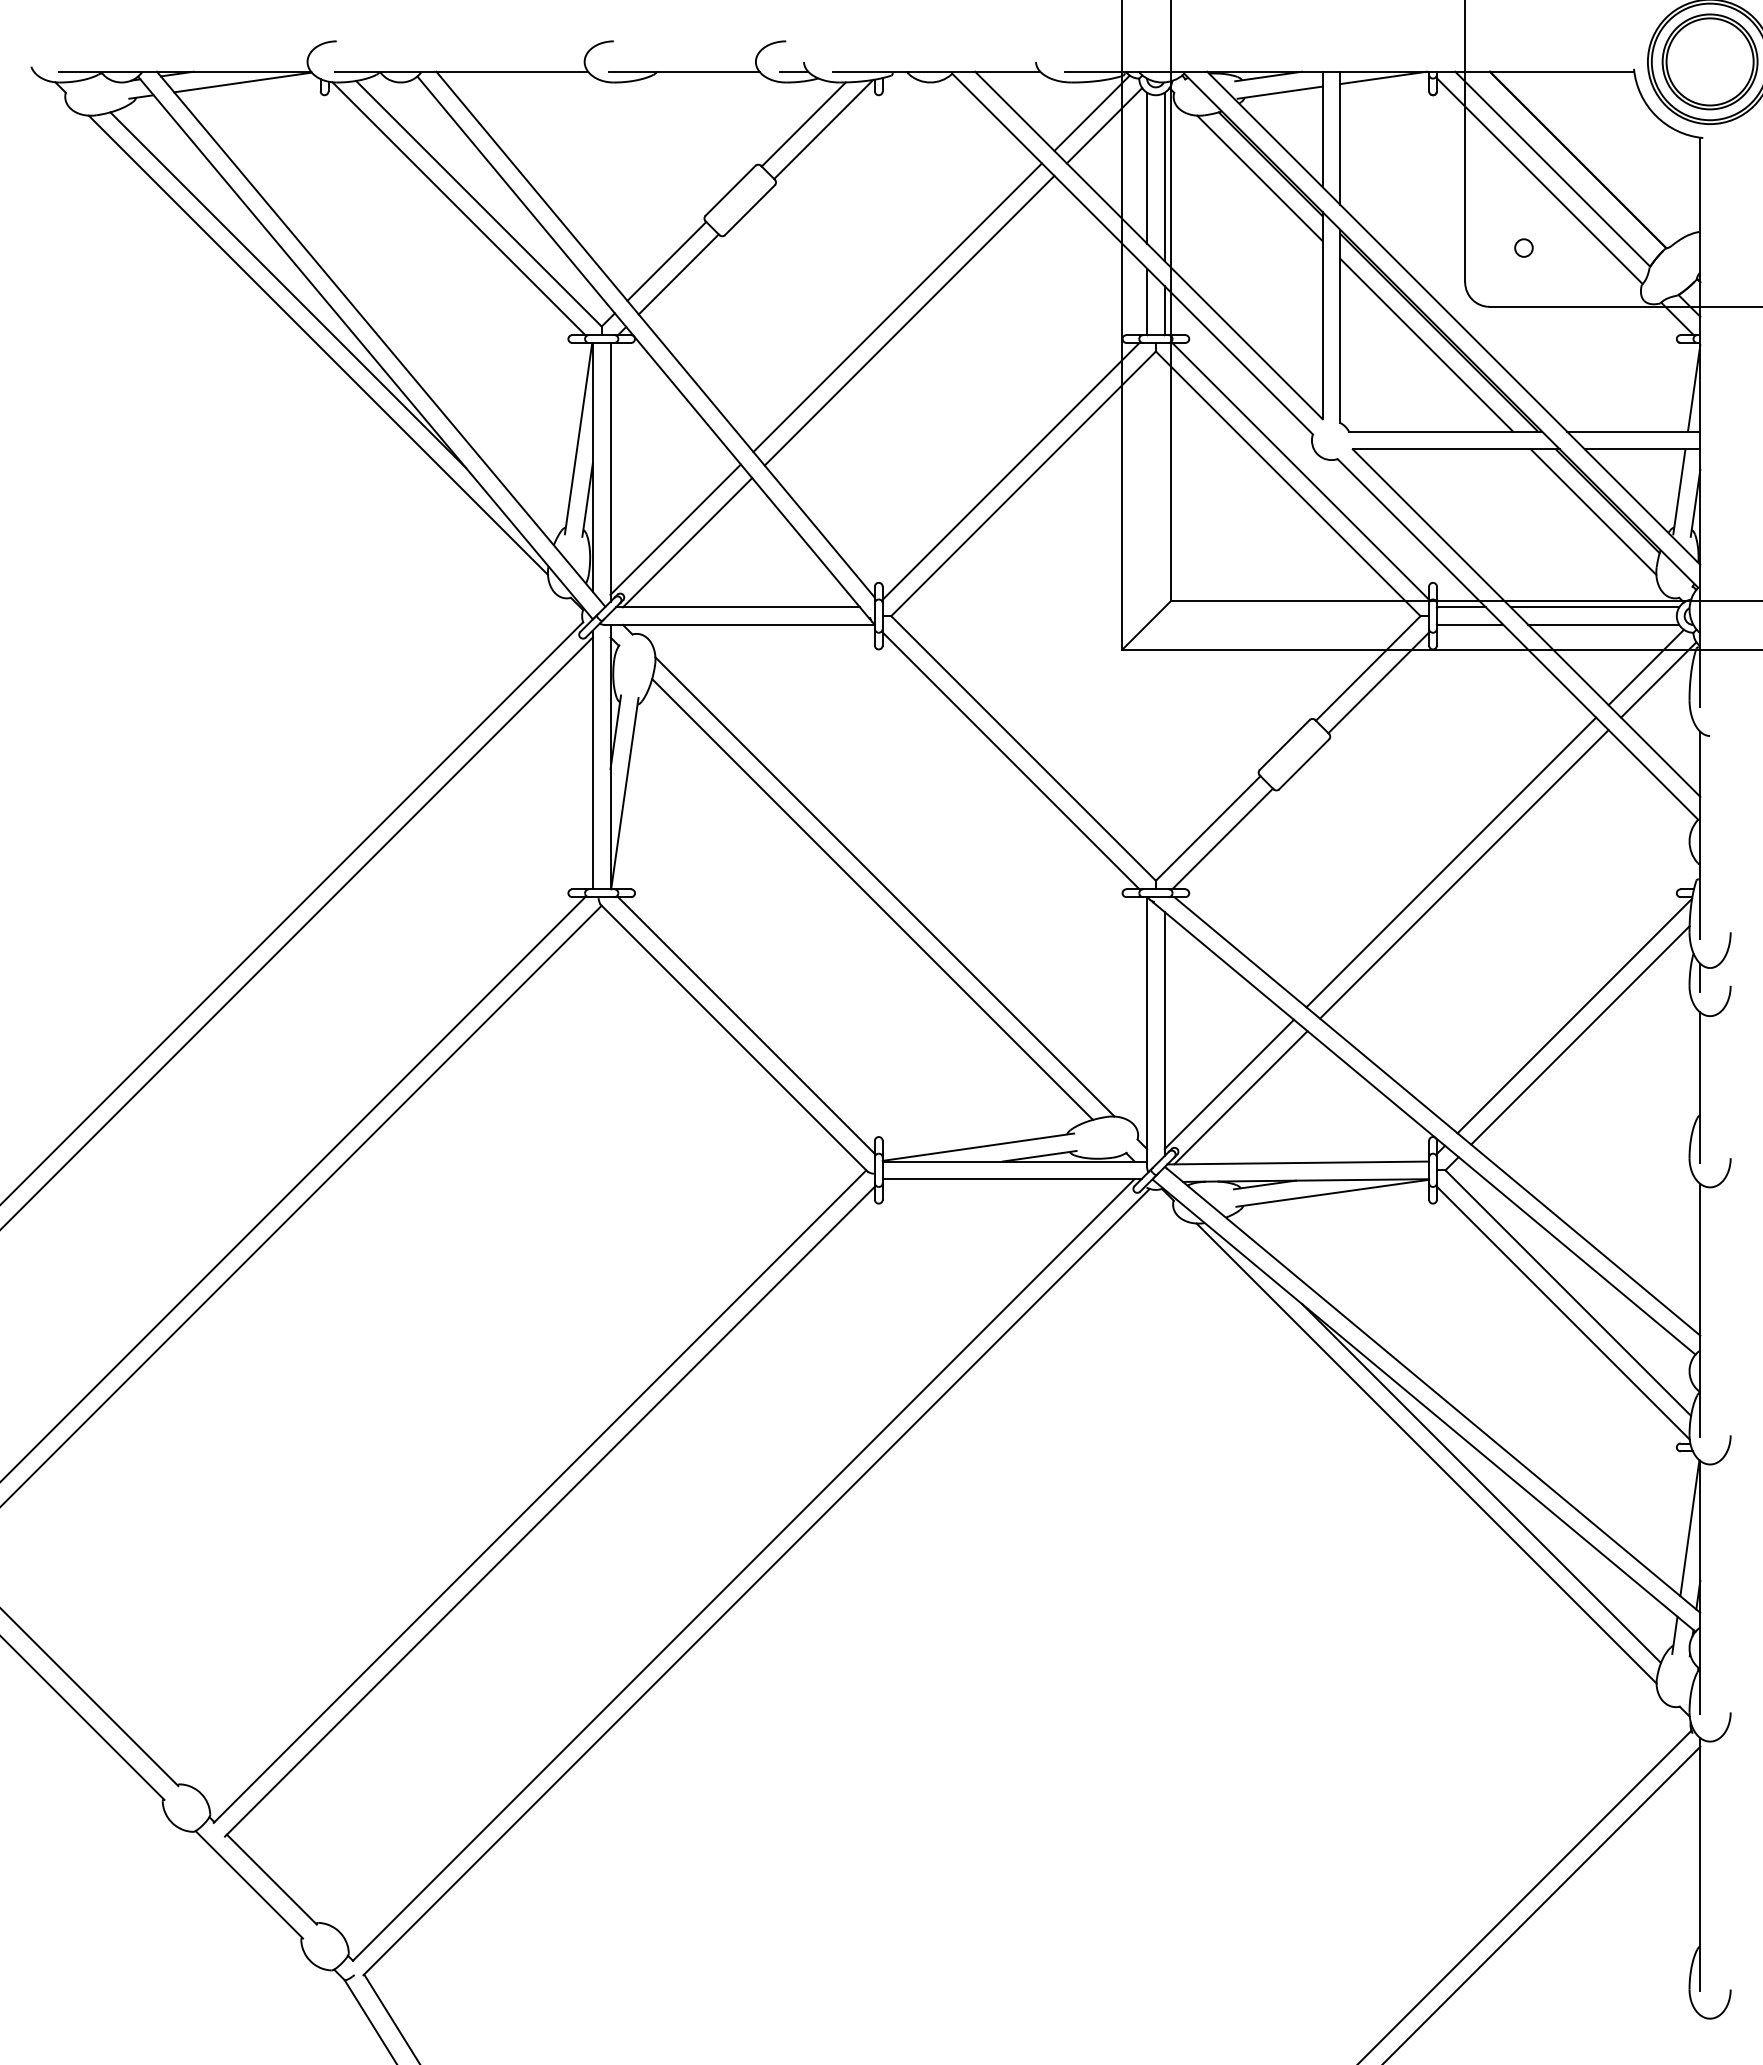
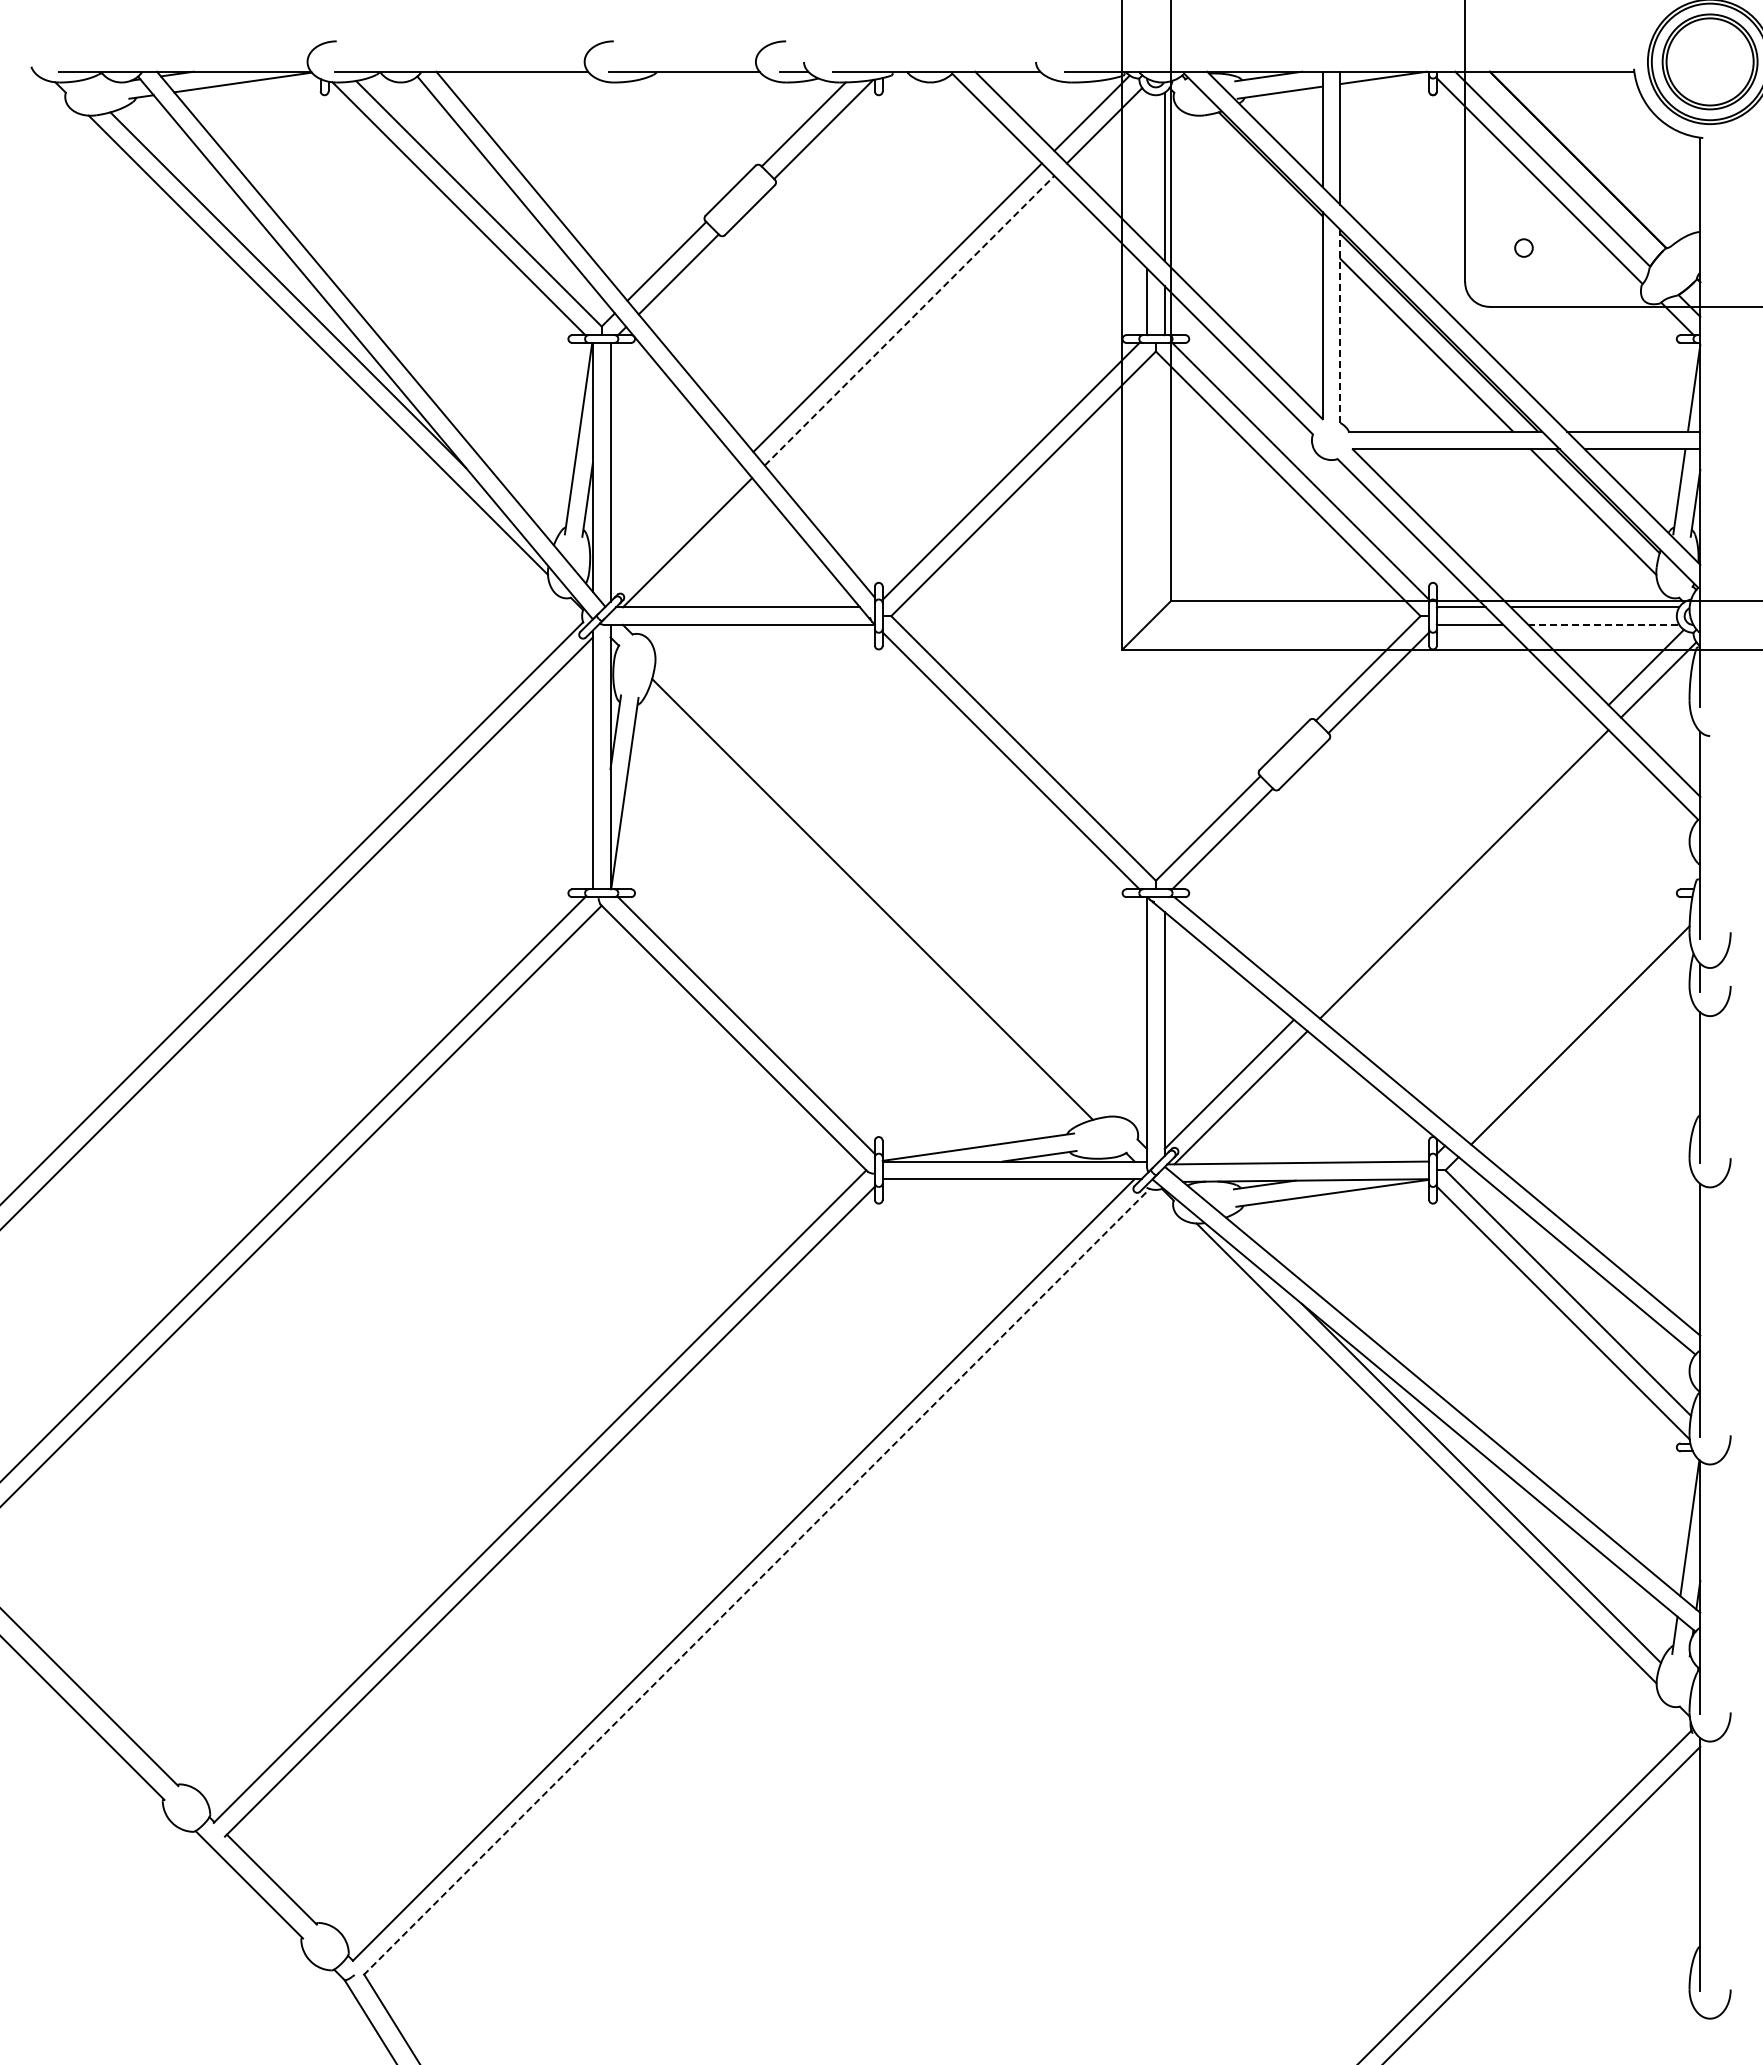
line at (1147, 167): present -> none
line at (1259, 178): present -> none
line at (909, 320): solid -> dashed
line at (1340, 326): solid -> dashed
line at (675, 529): present -> none
line at (1604, 624): solid -> dashed
line at (1451, 862): present -> none
line at (884, 886): present -> none
line at (1574, 1015): present -> none
line at (756, 1581): solid -> dashed
